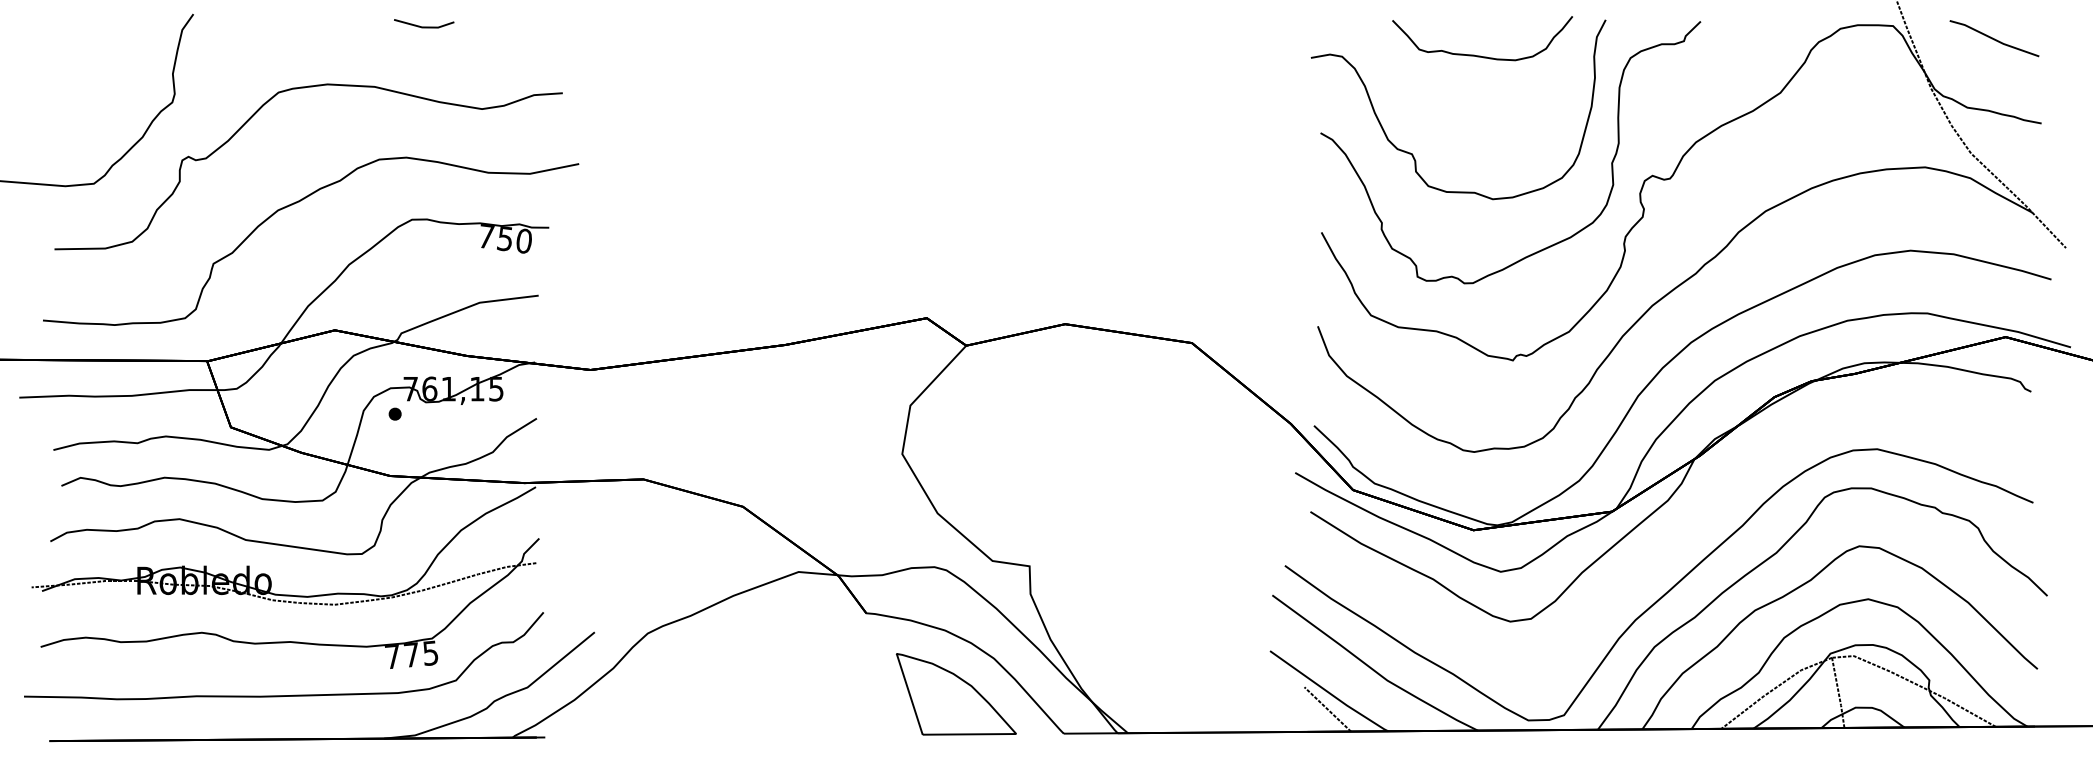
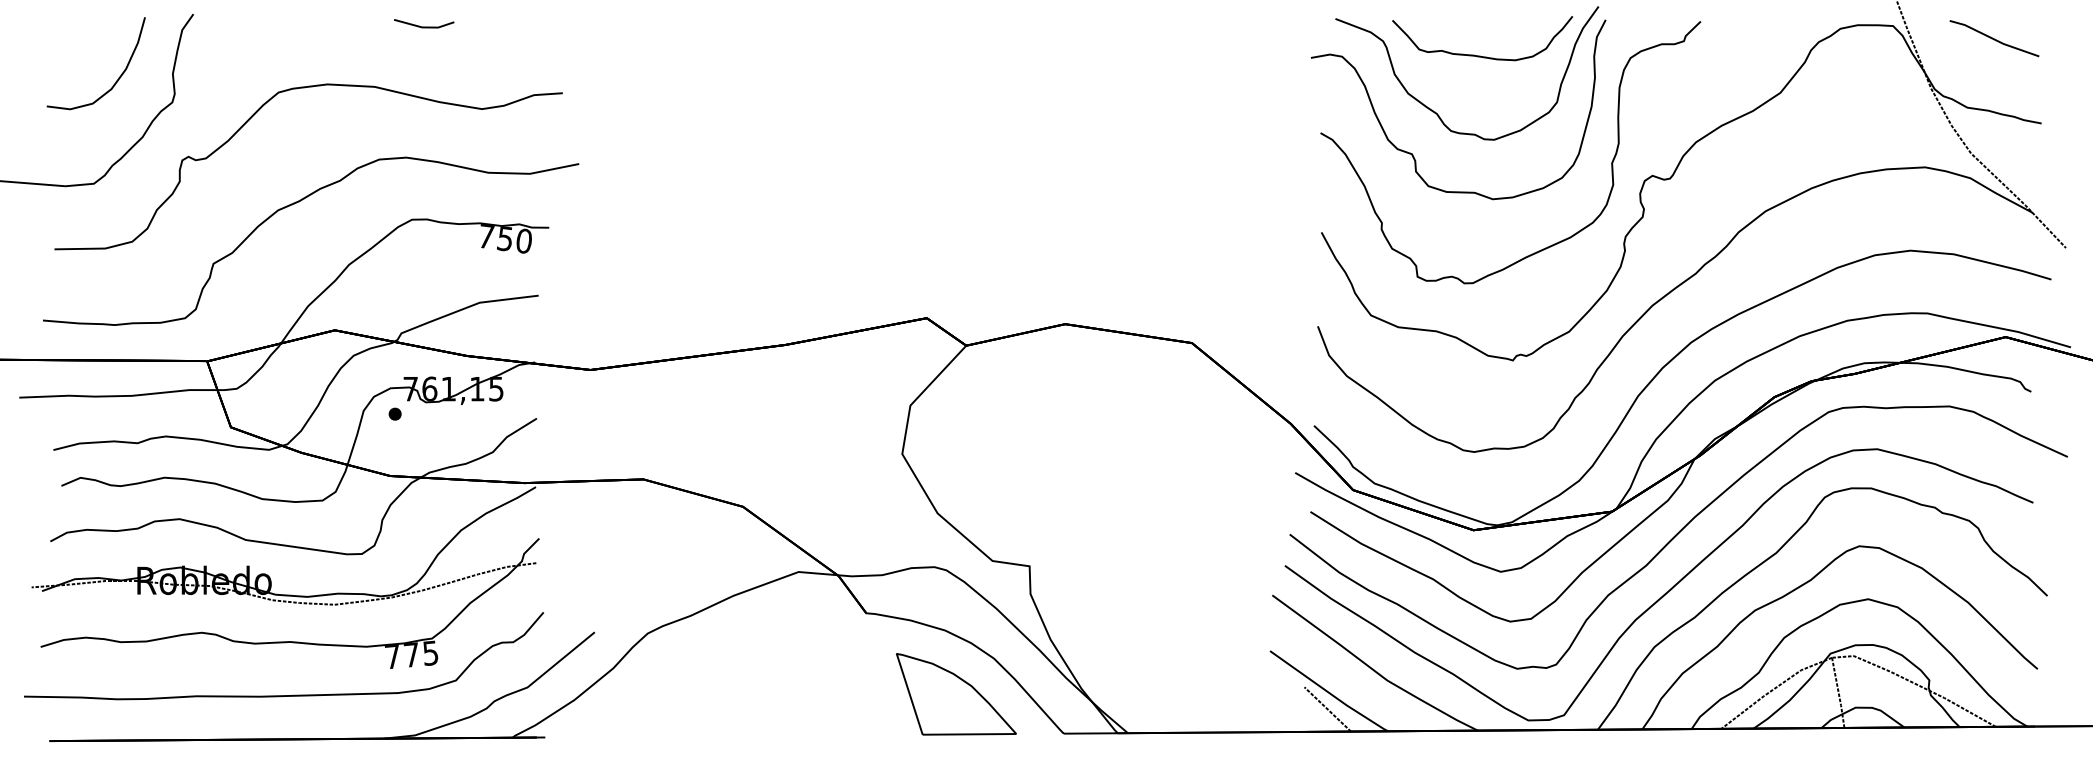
part at (115, 81): none -> present
part at (1435, 111): none -> present
part at (1678, 537): none -> present
